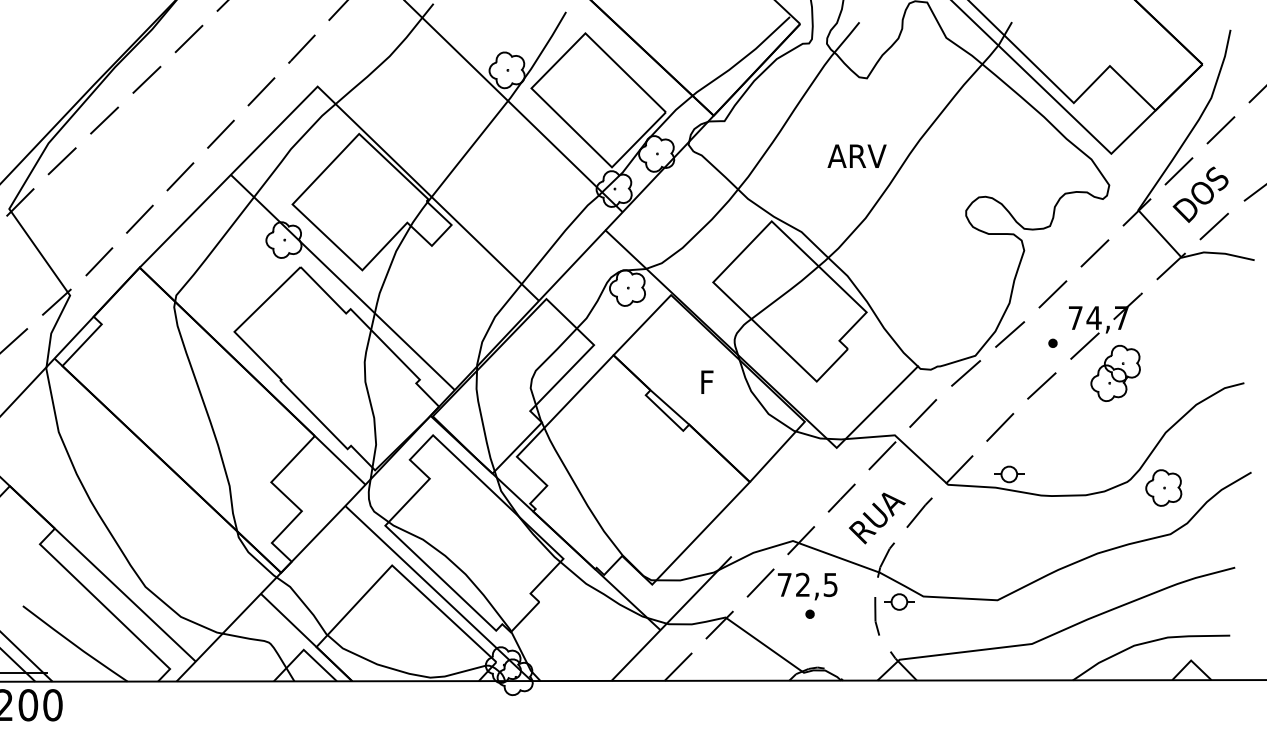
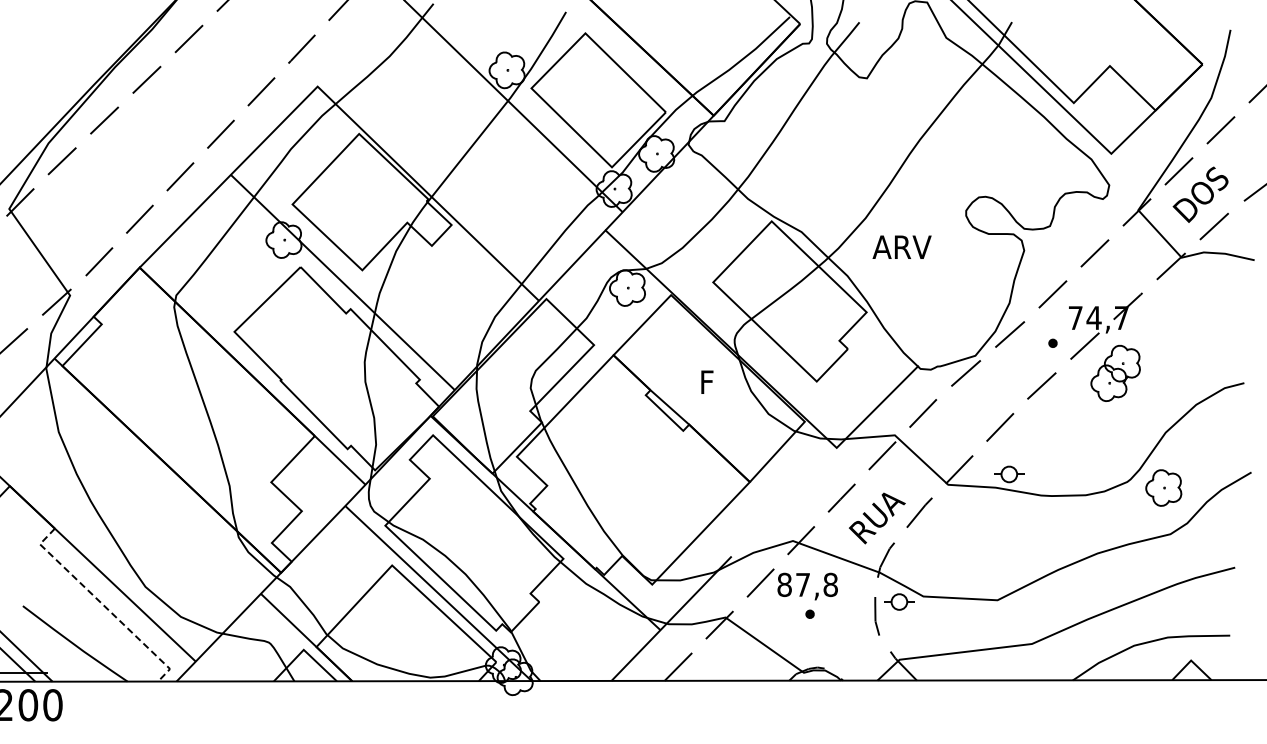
text at (856, 155) position: (856, 155) -> (901, 246)
text at (807, 584): 72,5 -> 87,8
line at (103, 605): solid -> dashed
